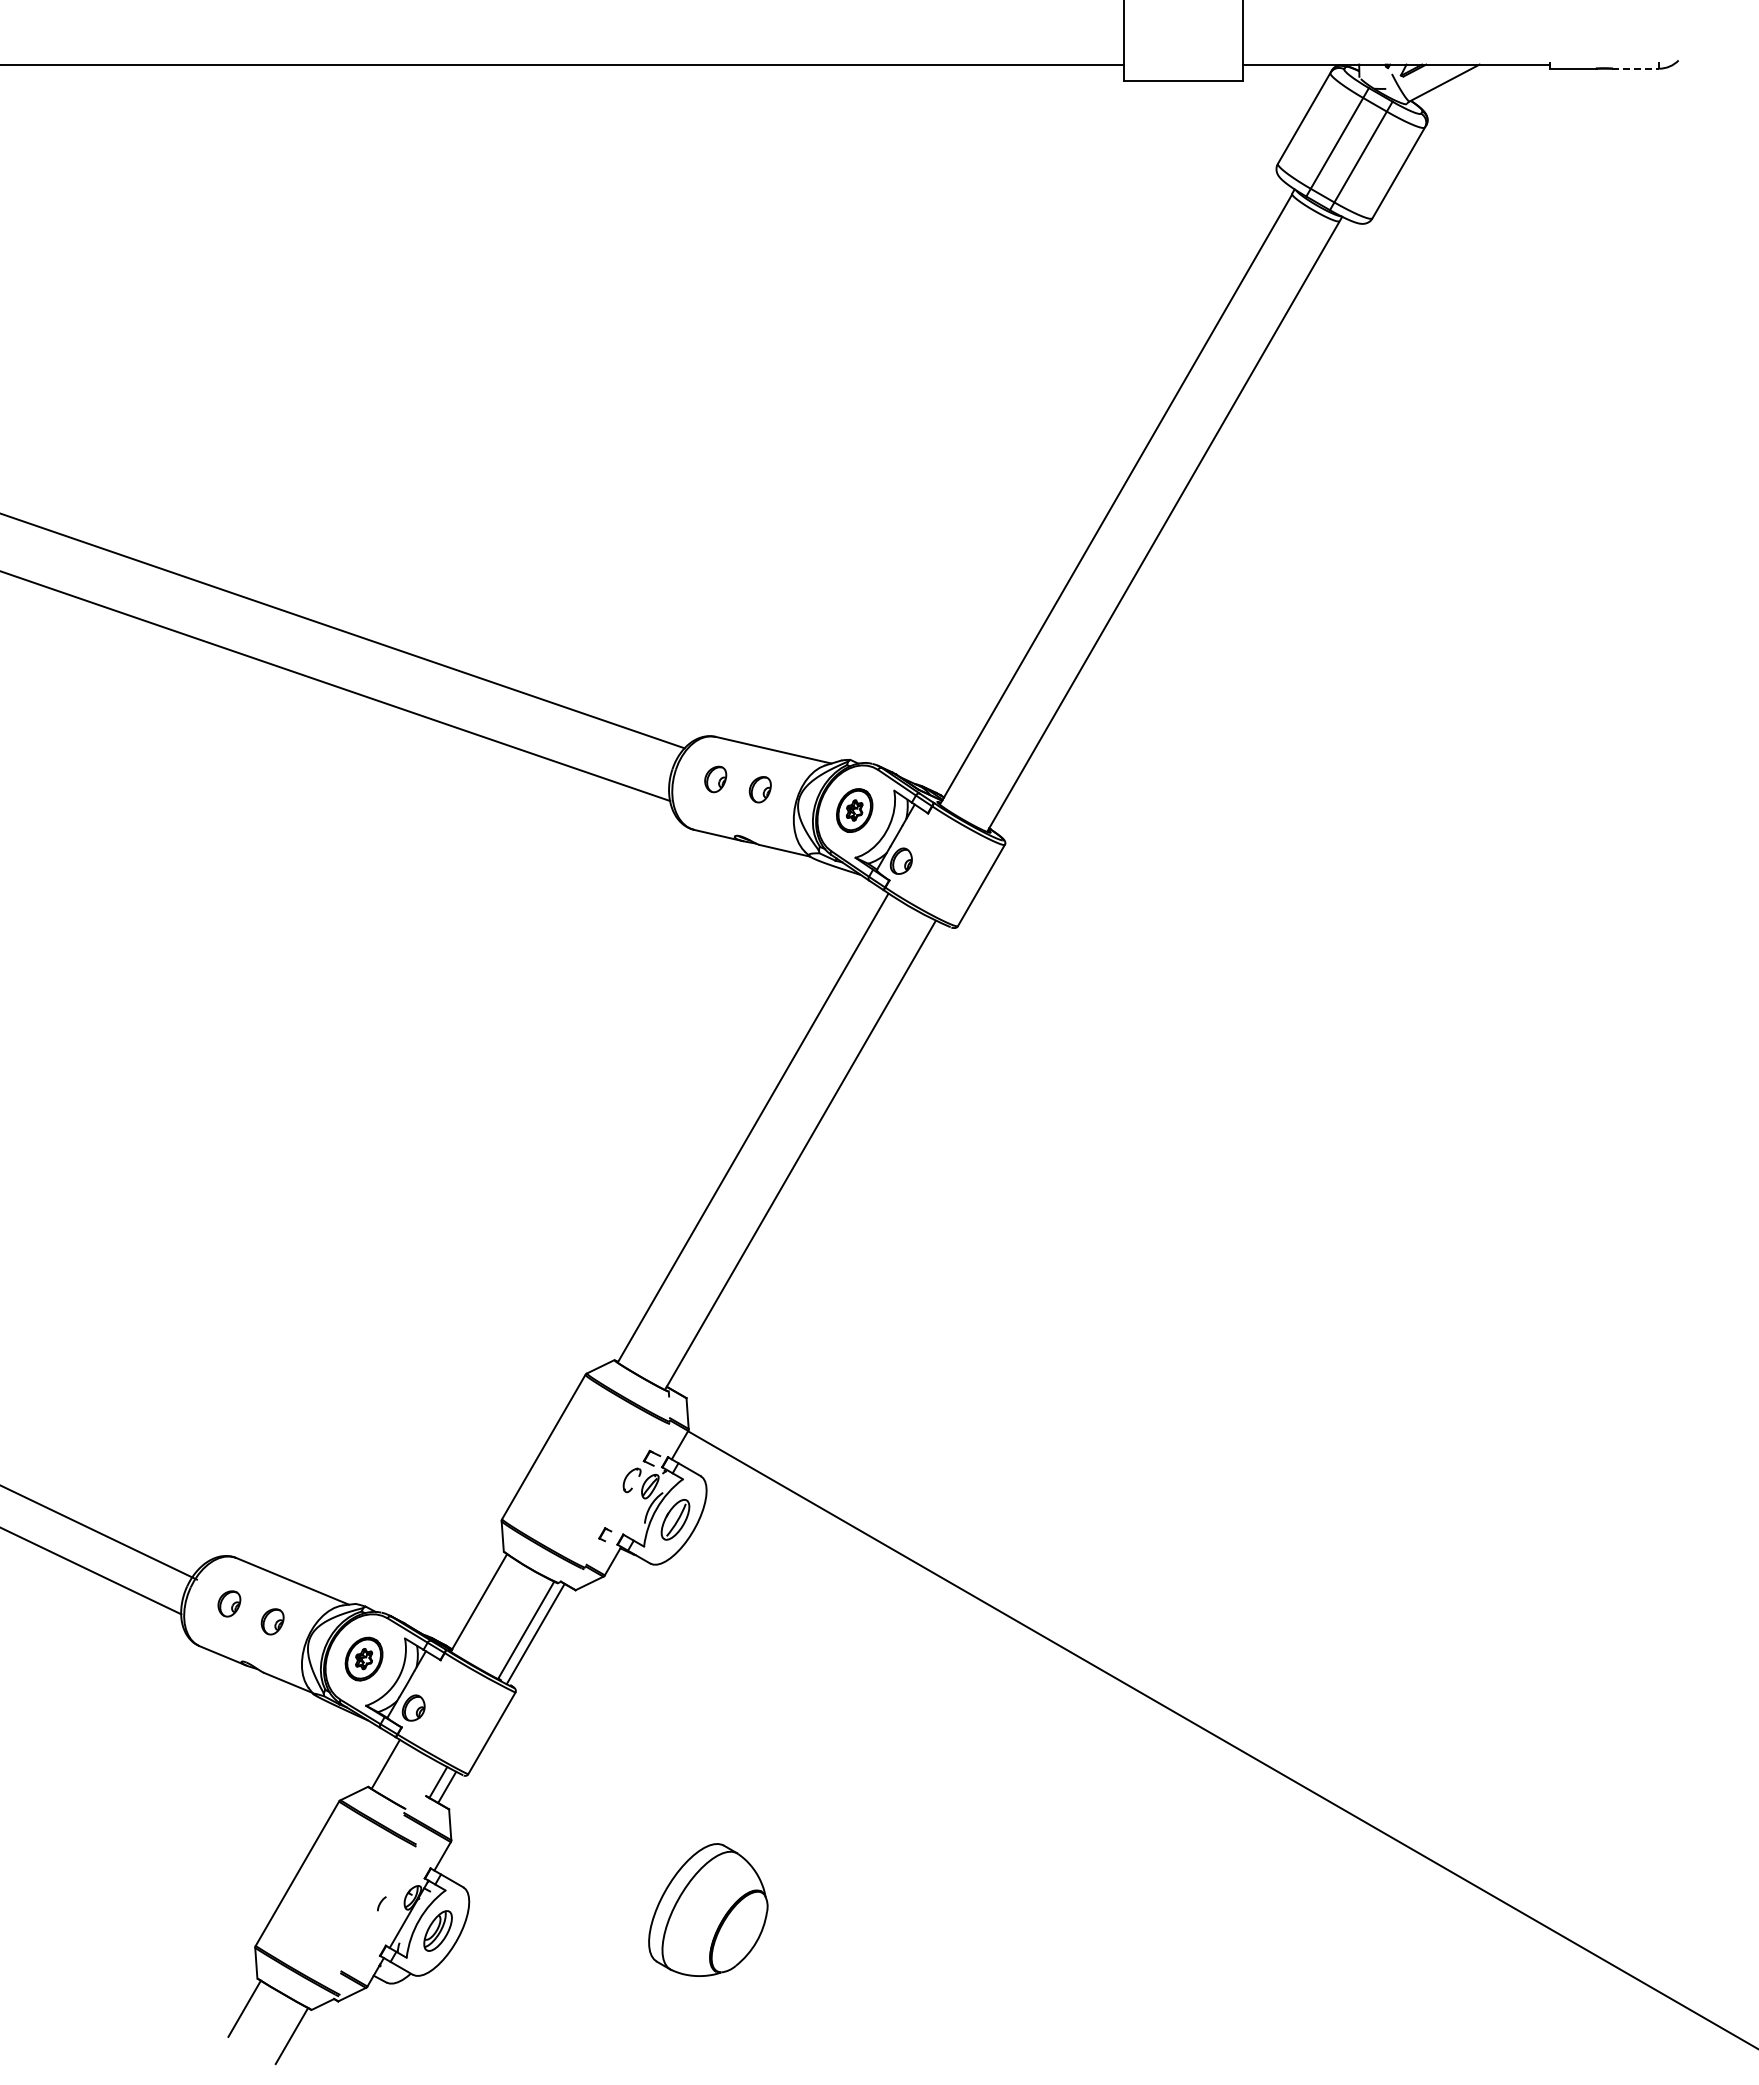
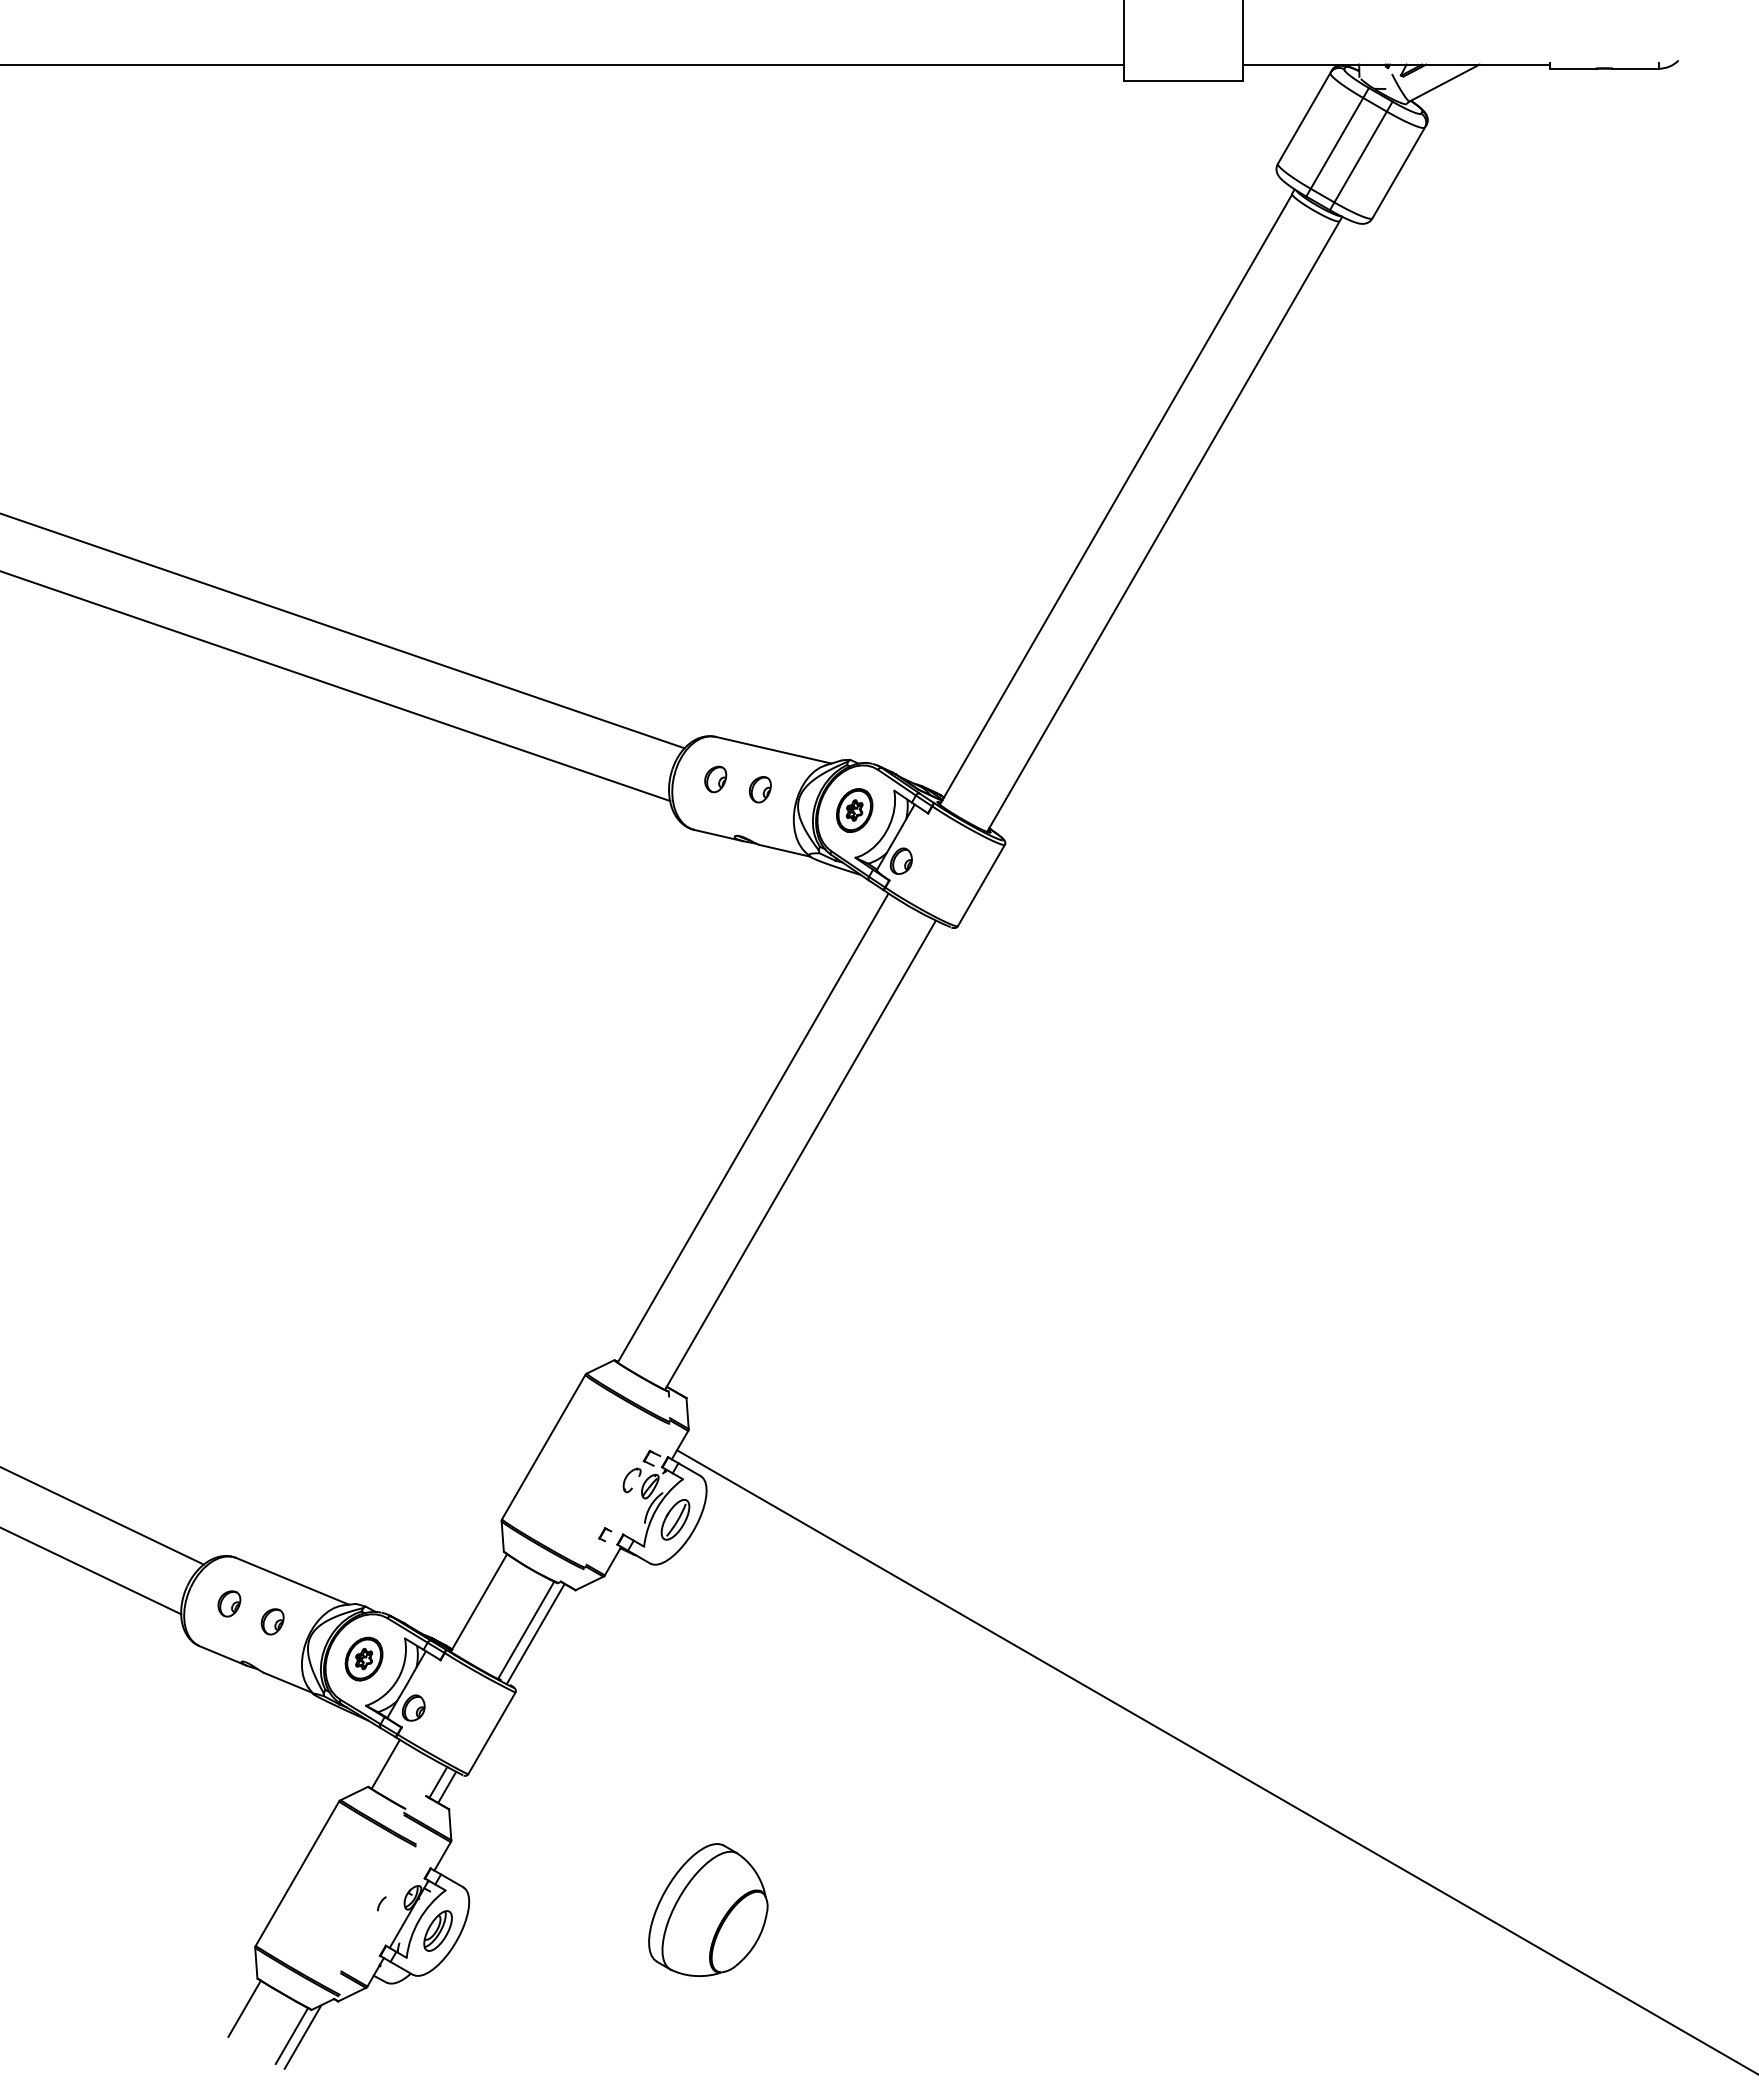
line at (1635, 68): dashed -> solid
line at (99, 1532) position: (99, 1532) -> (102, 1516)
line at (1221, 1739) position: (1221, 1739) -> (1216, 1761)
line at (302, 2036): none -> present
